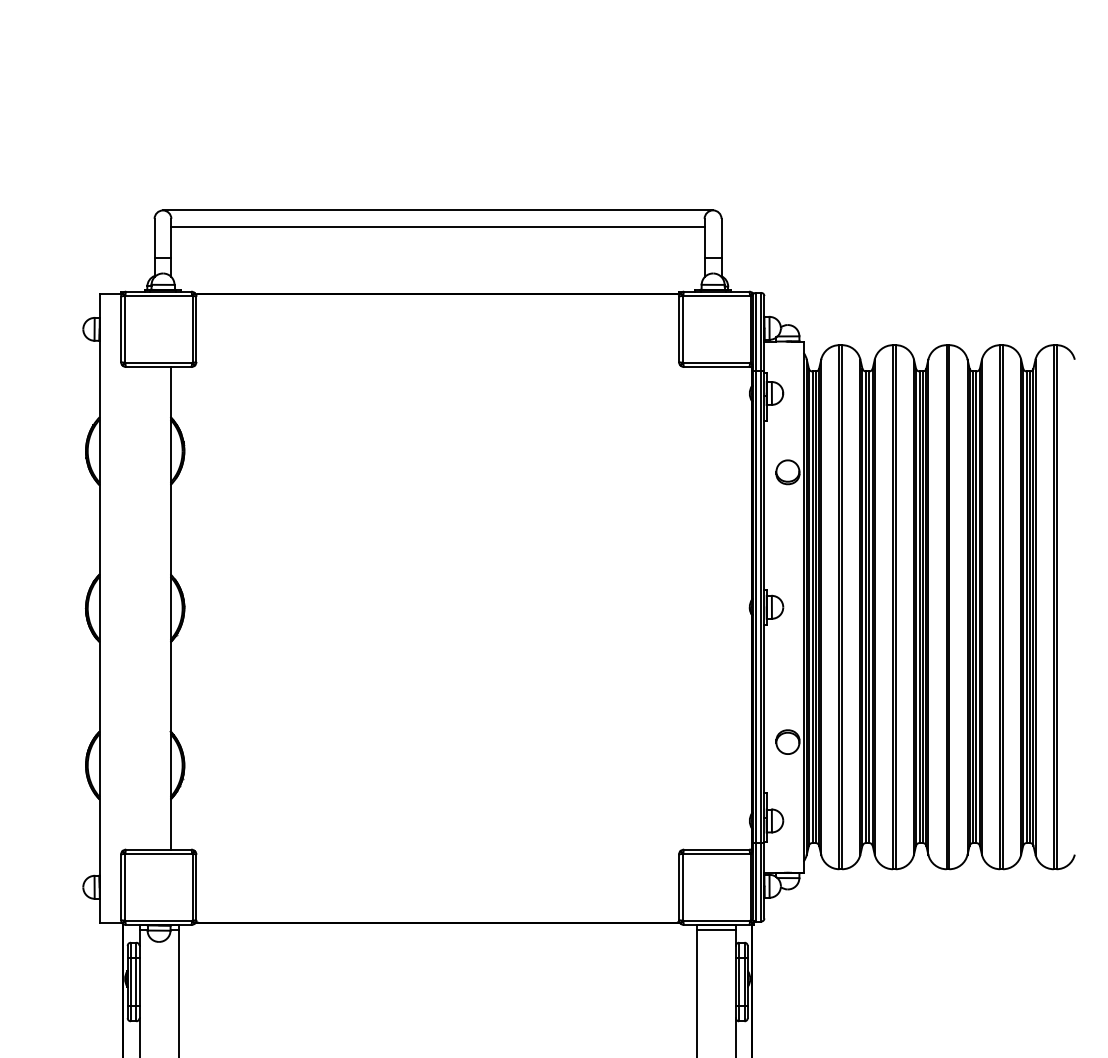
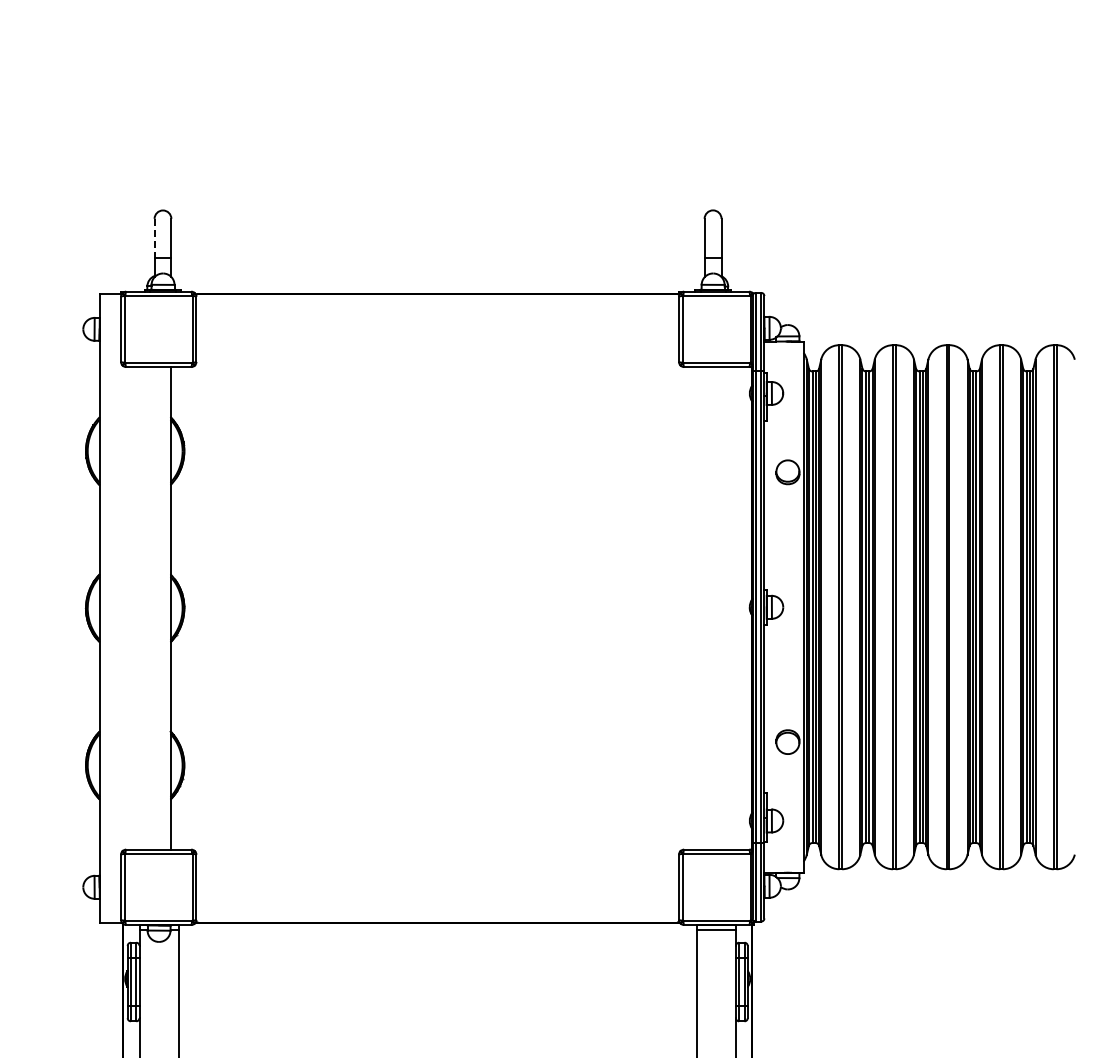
line at (437, 210): present -> none
line at (437, 227): present -> none
line at (154, 238): solid -> dashed
